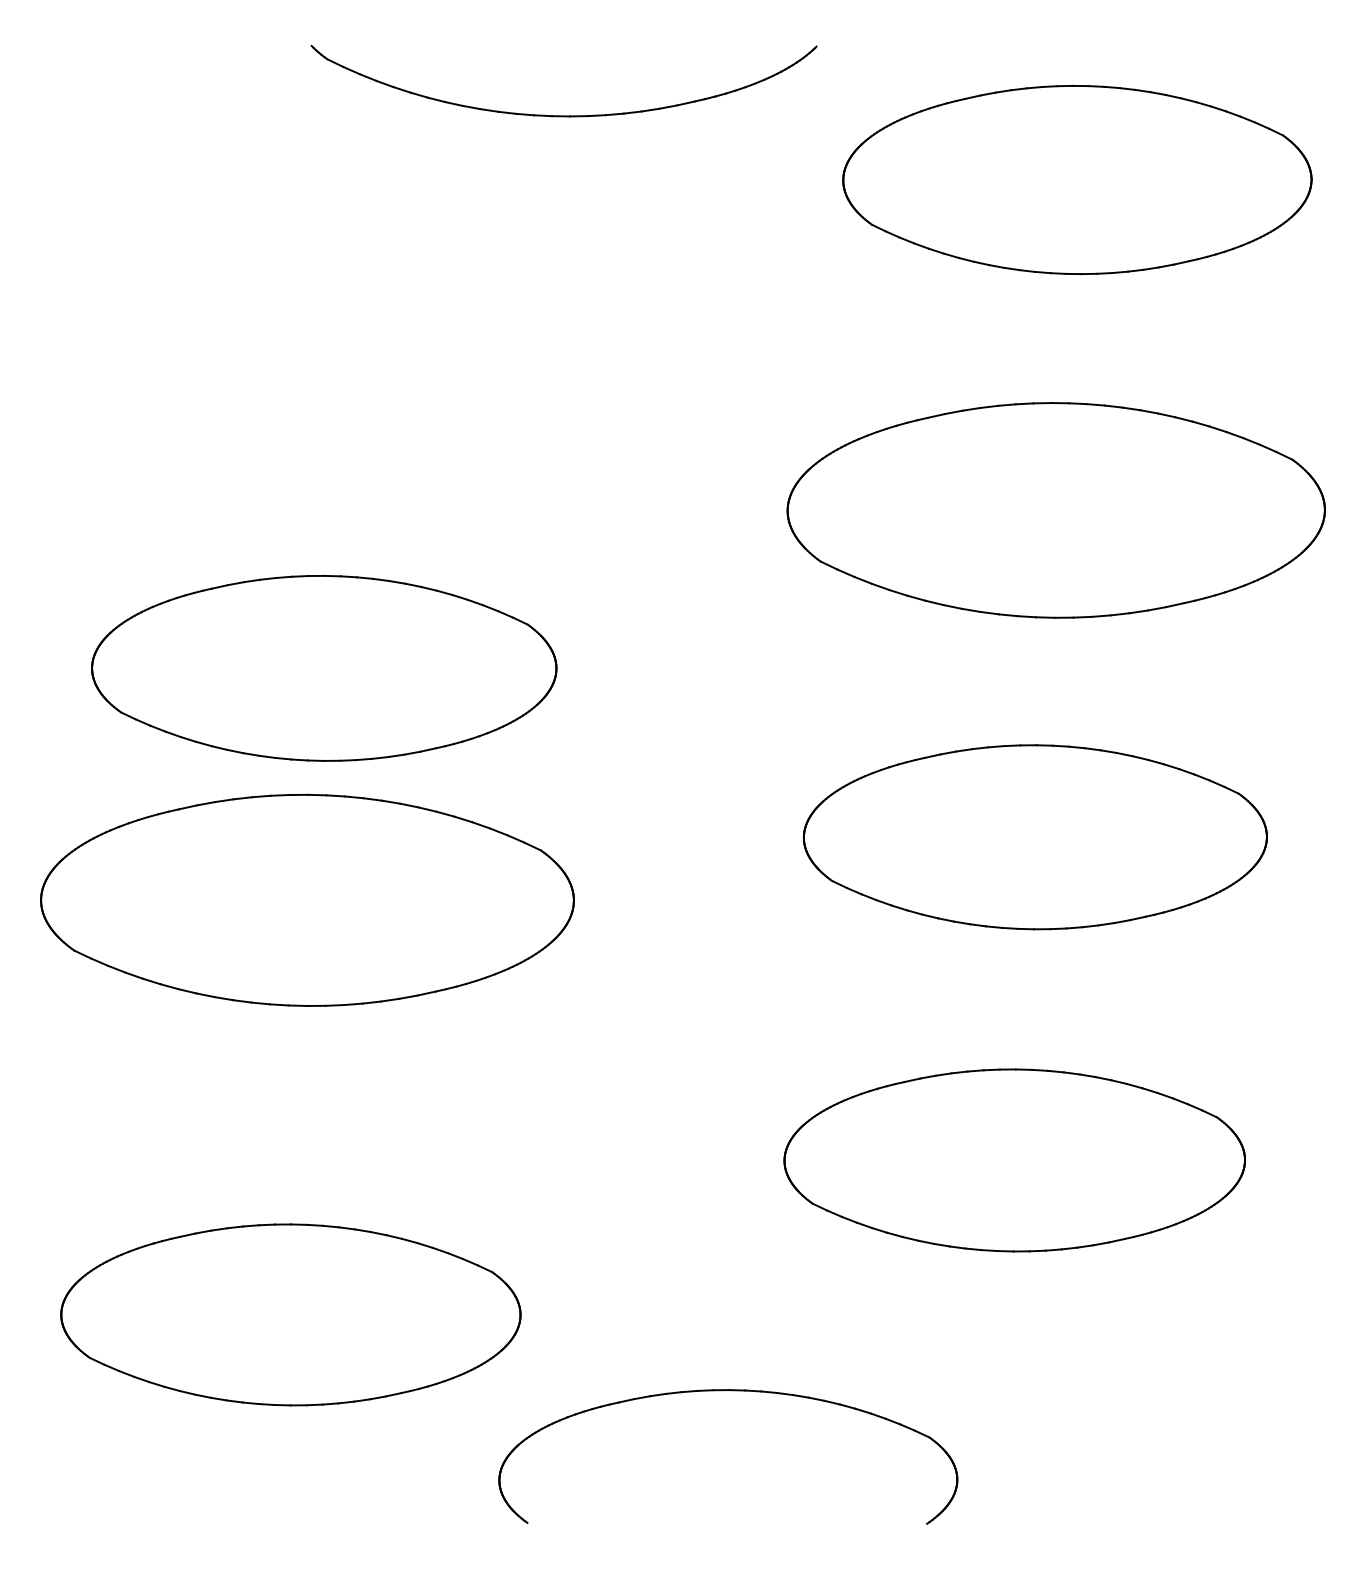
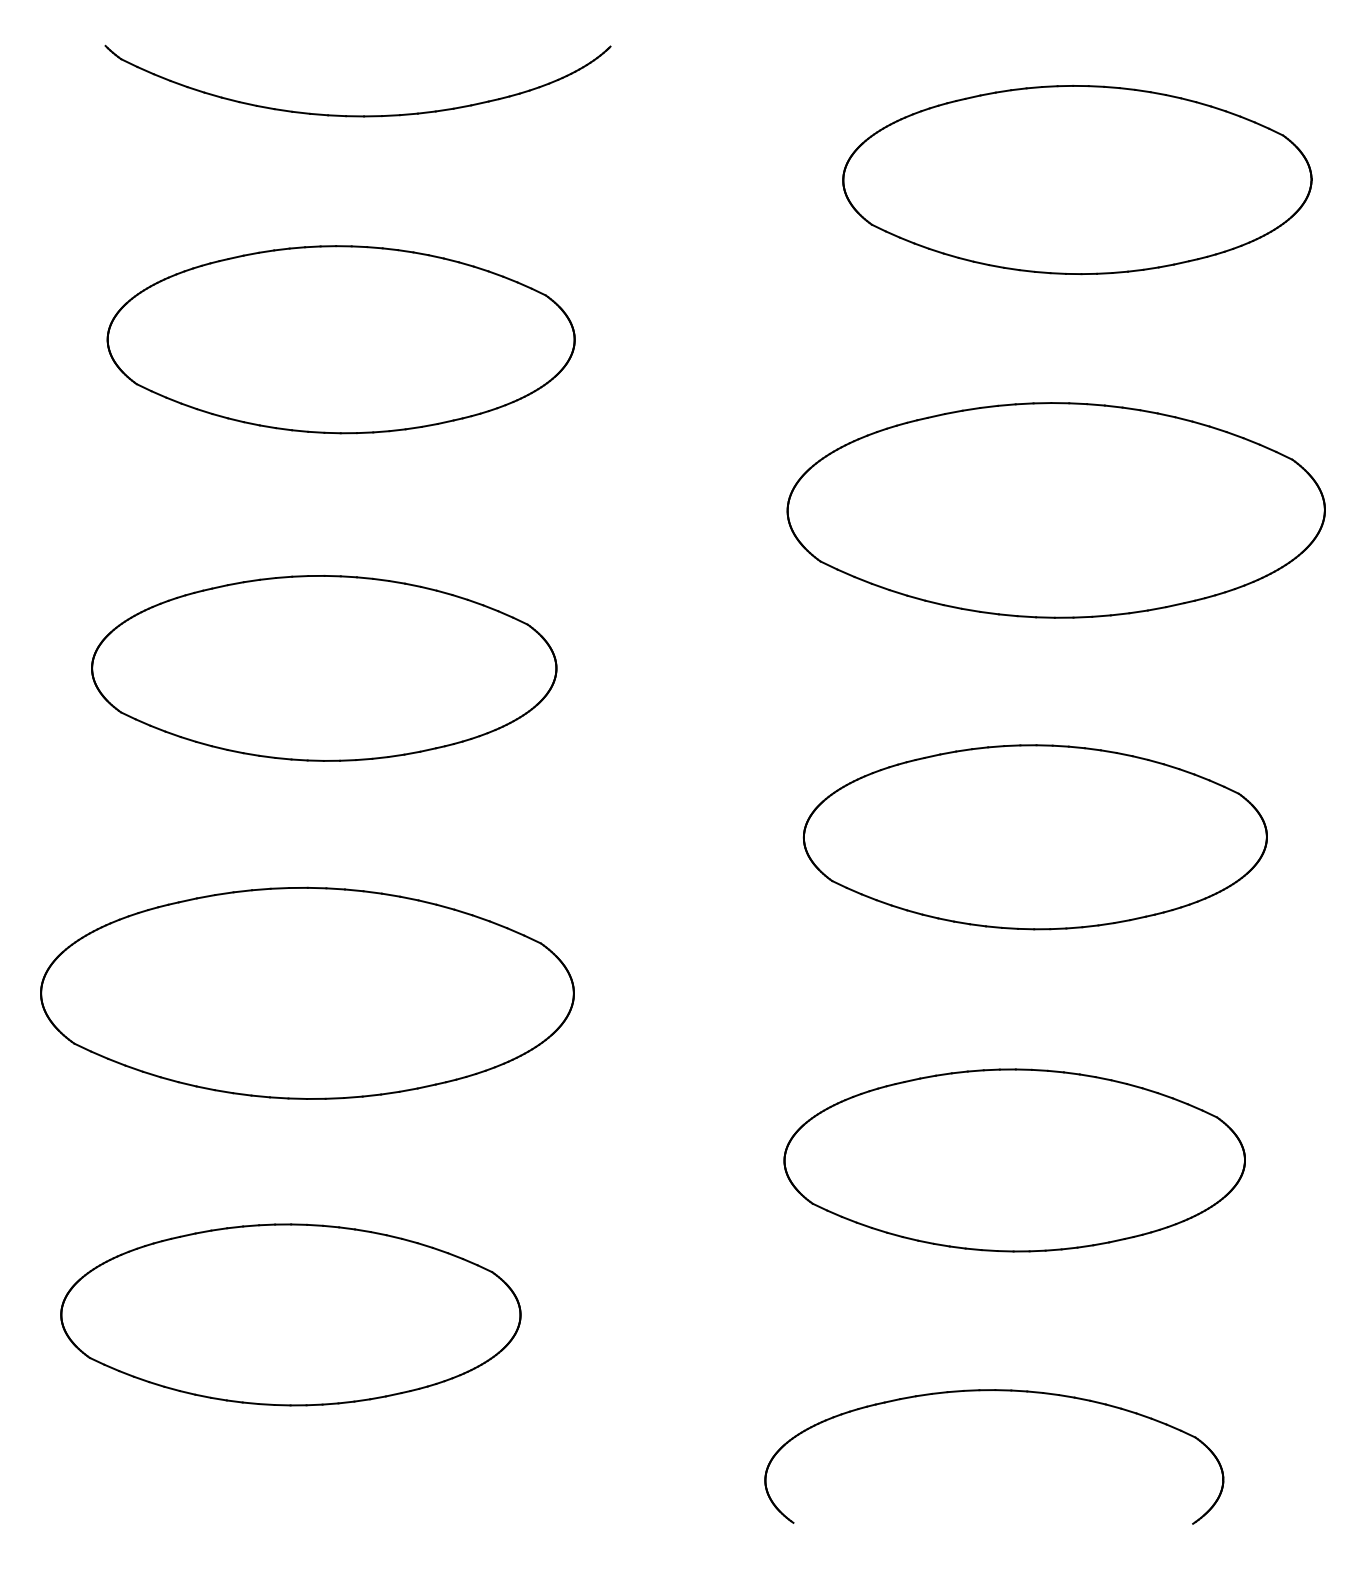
part at (563, 115) position: (563, 115) -> (357, 115)
part at (340, 339): none -> present
part at (307, 899) position: (307, 899) -> (307, 992)
part at (729, 1391) position: (729, 1391) -> (995, 1391)
